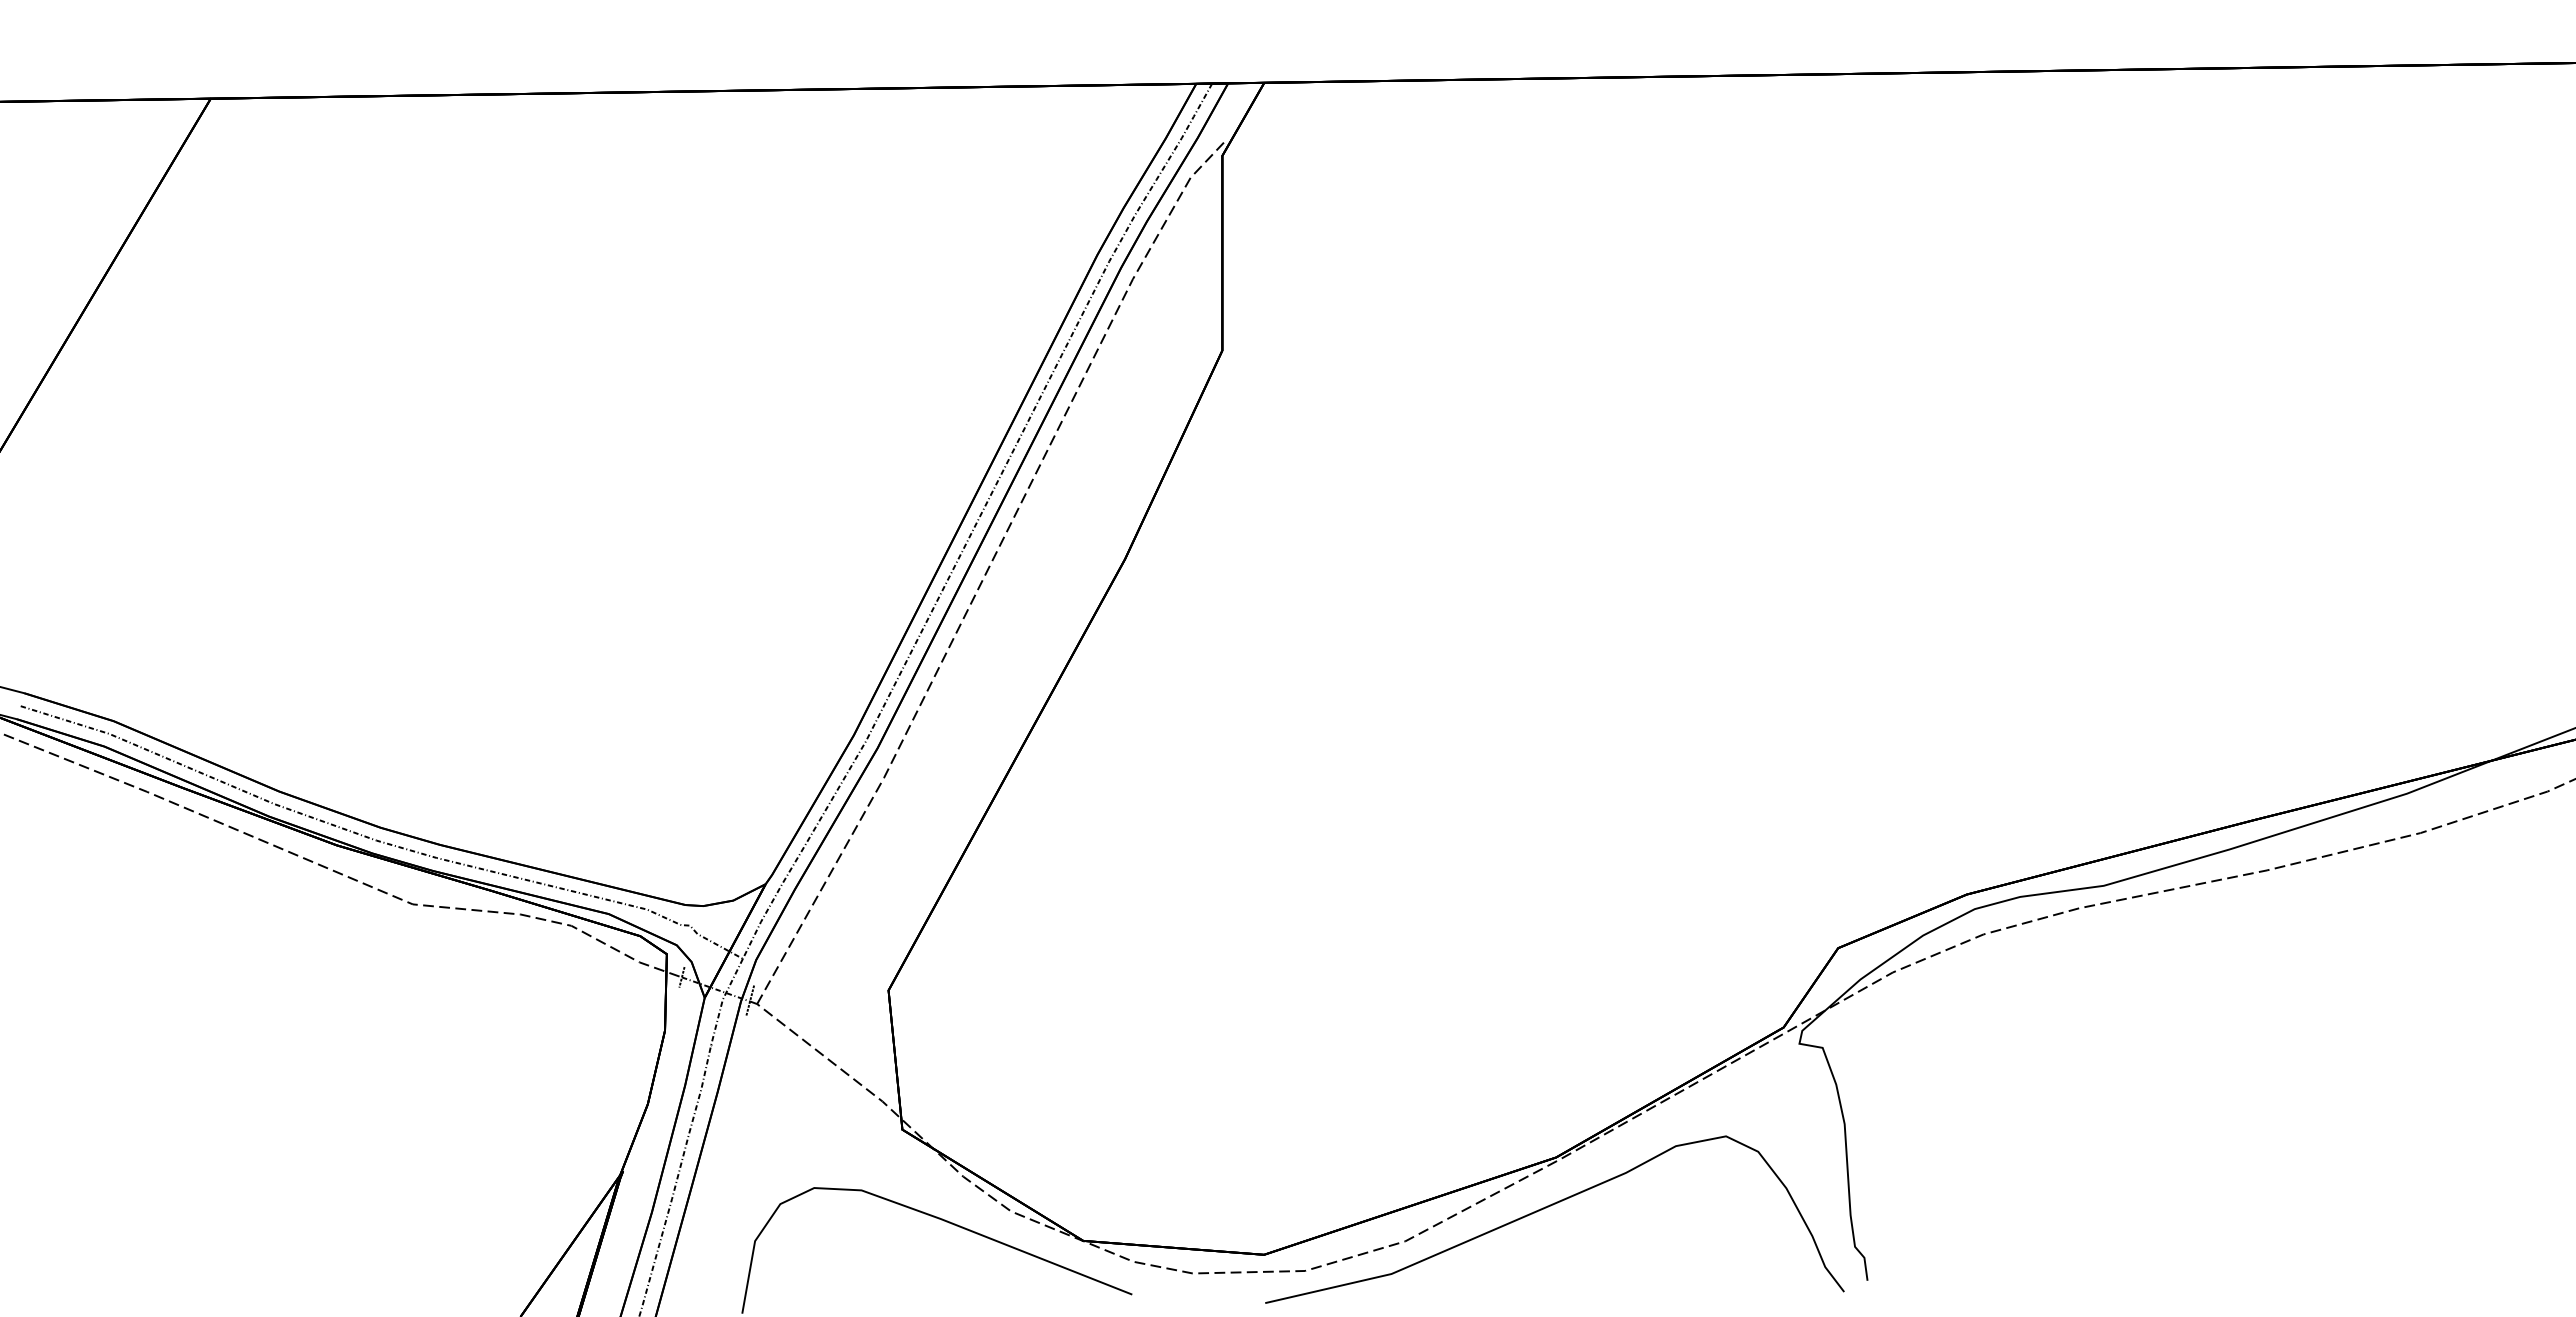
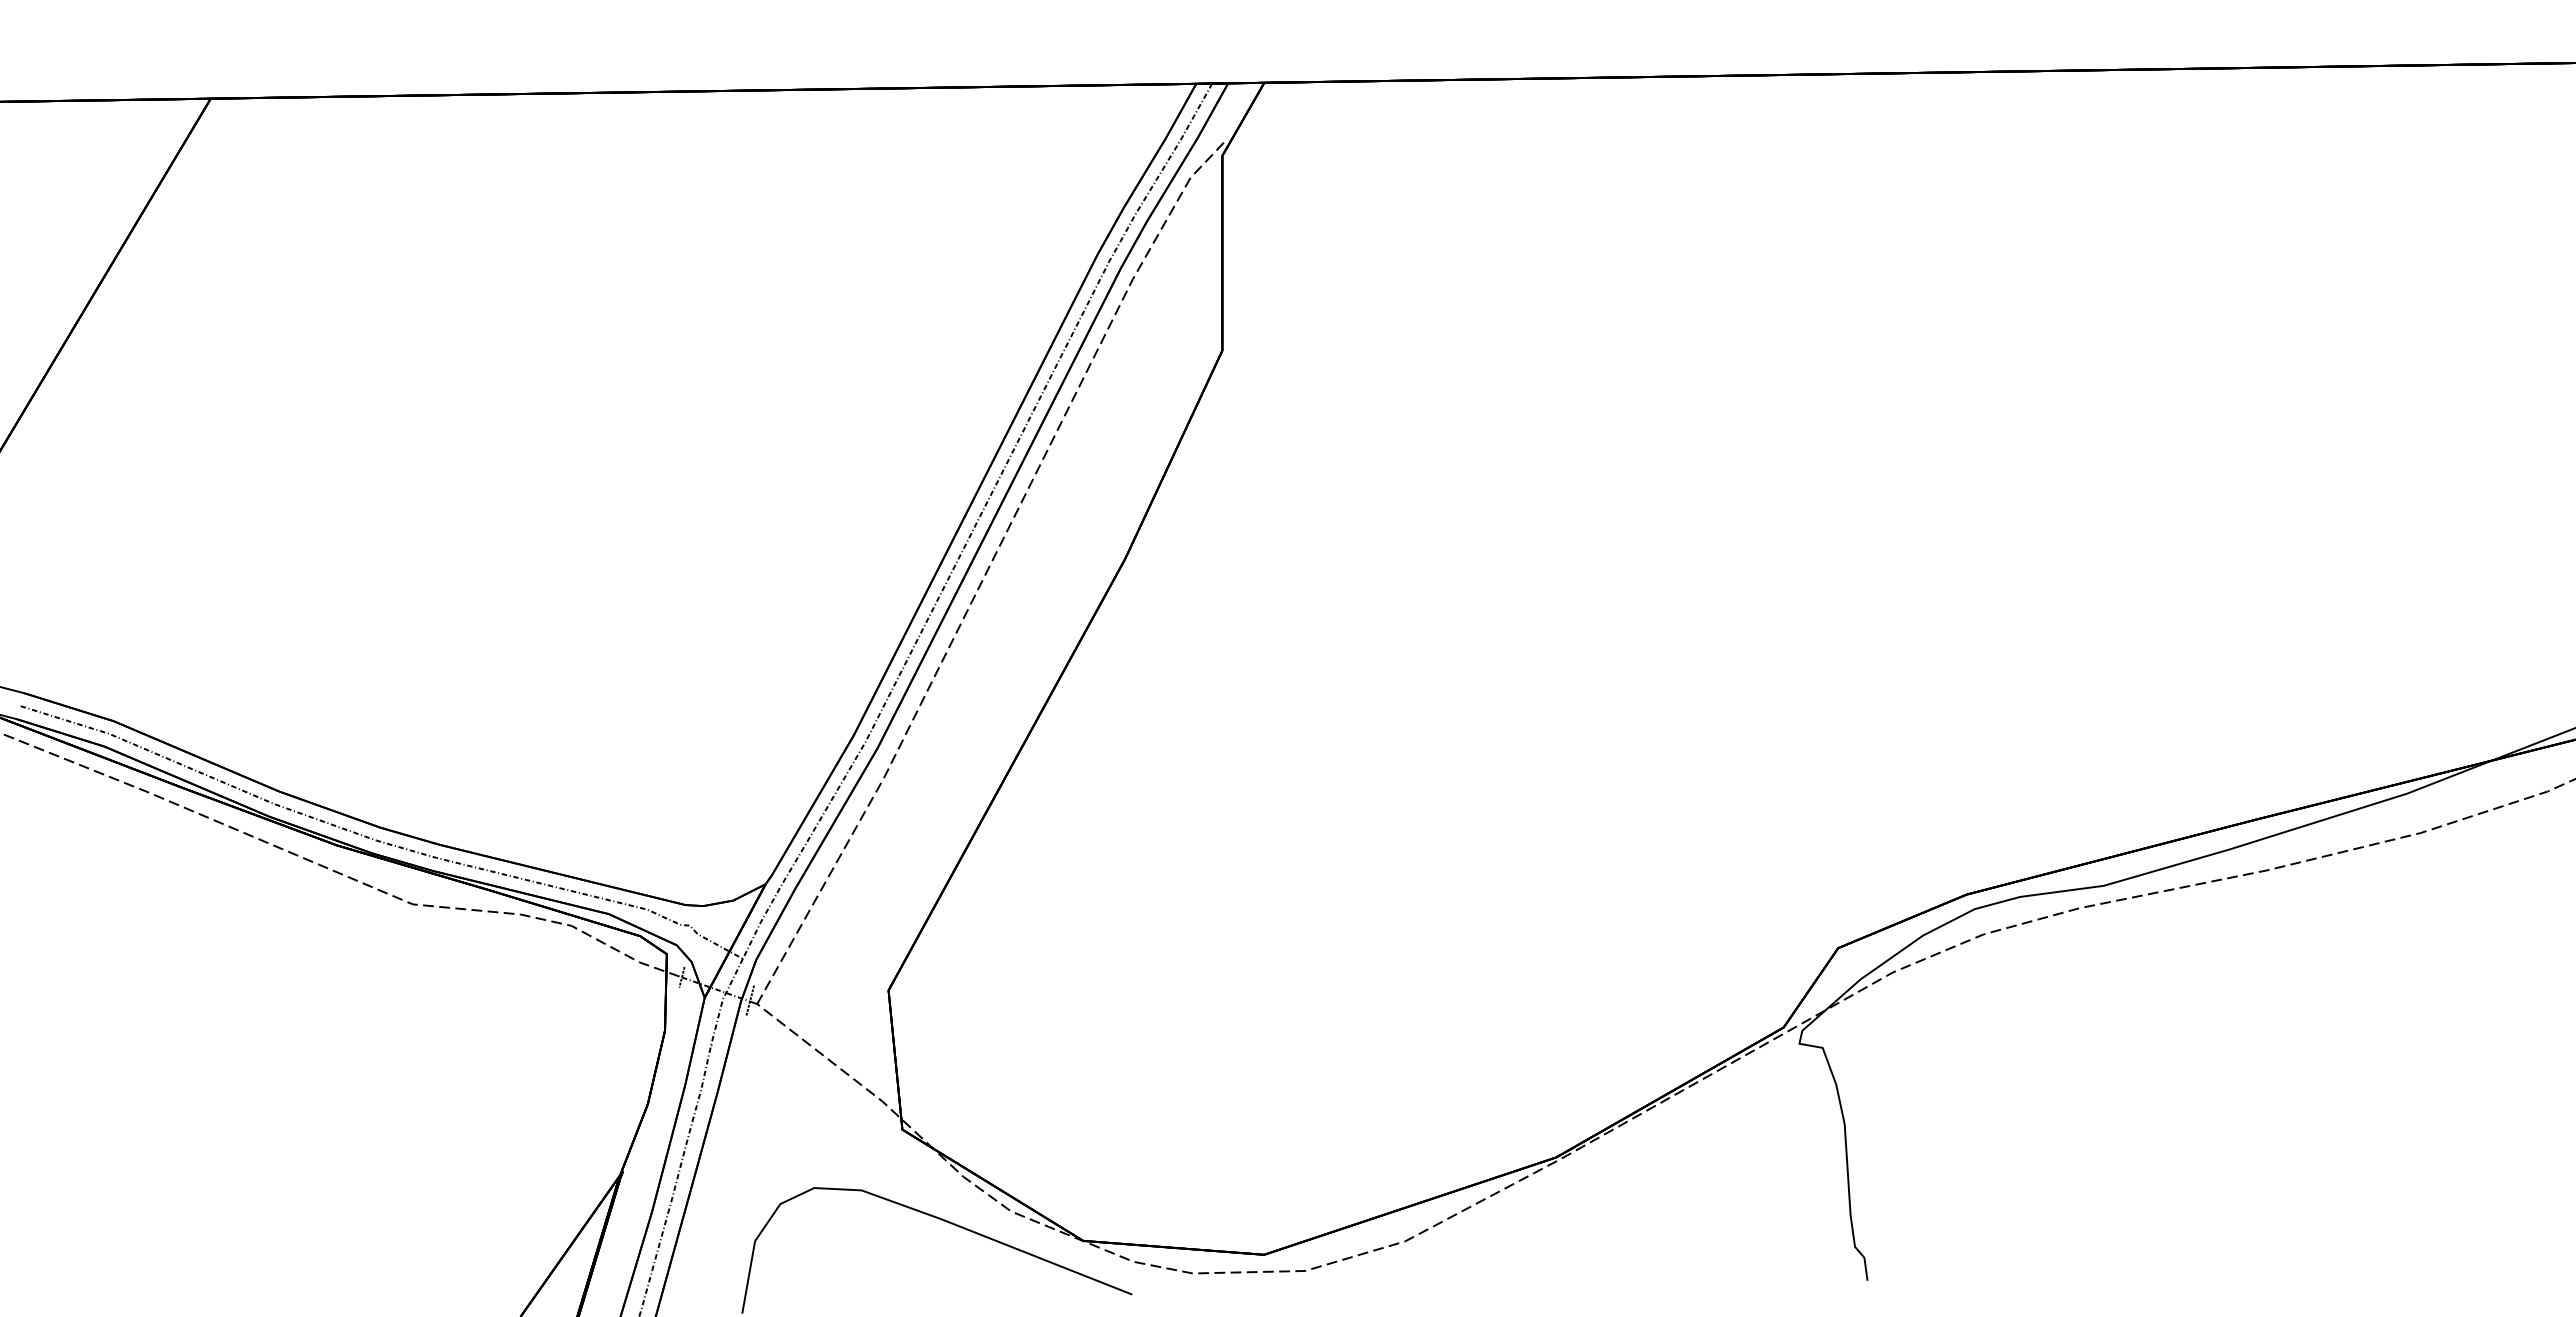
curve at (1548, 1207): present -> none
